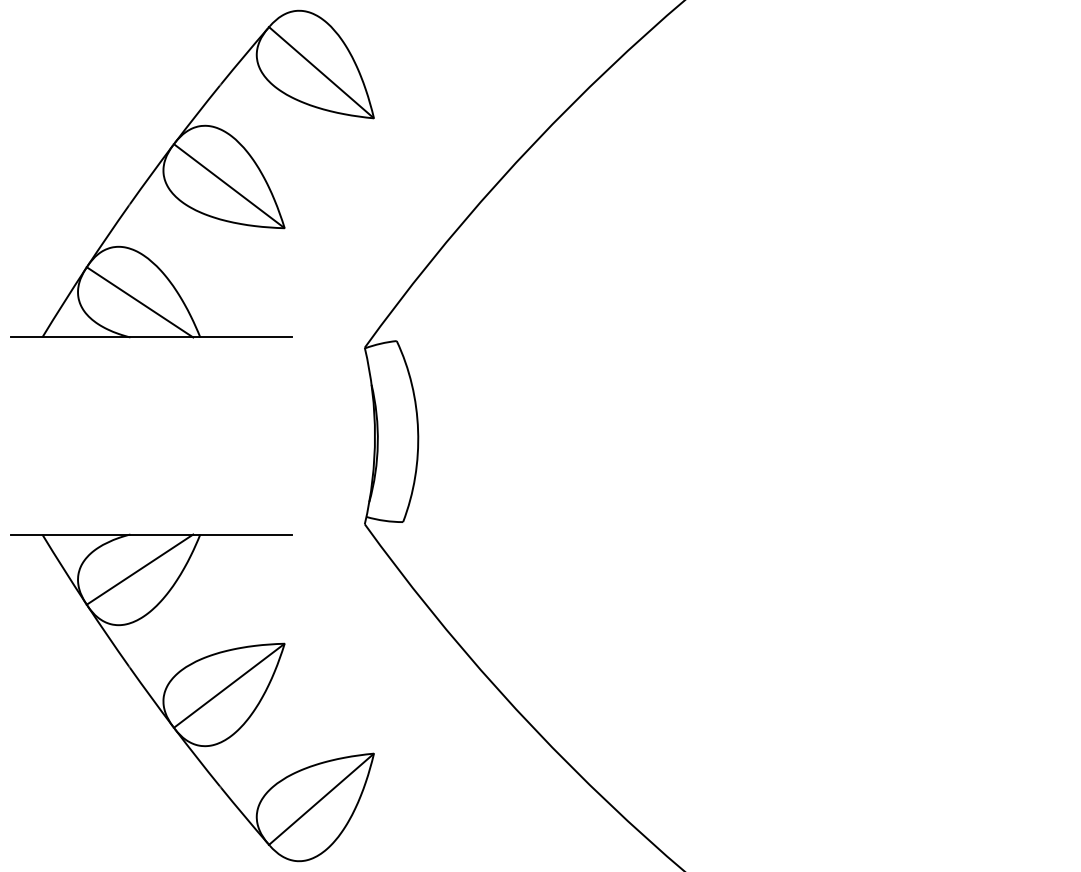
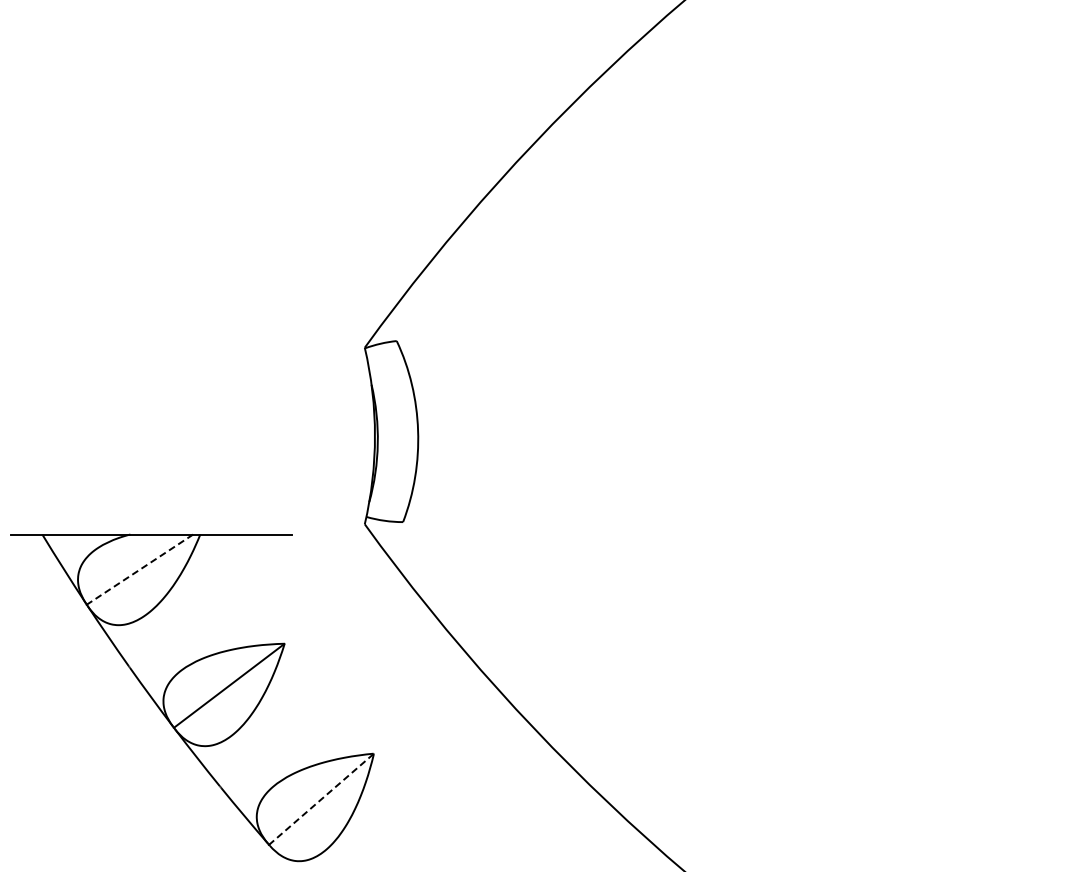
part at (192, 173): present -> none
line at (140, 569): solid -> dashed
line at (321, 799): solid -> dashed
